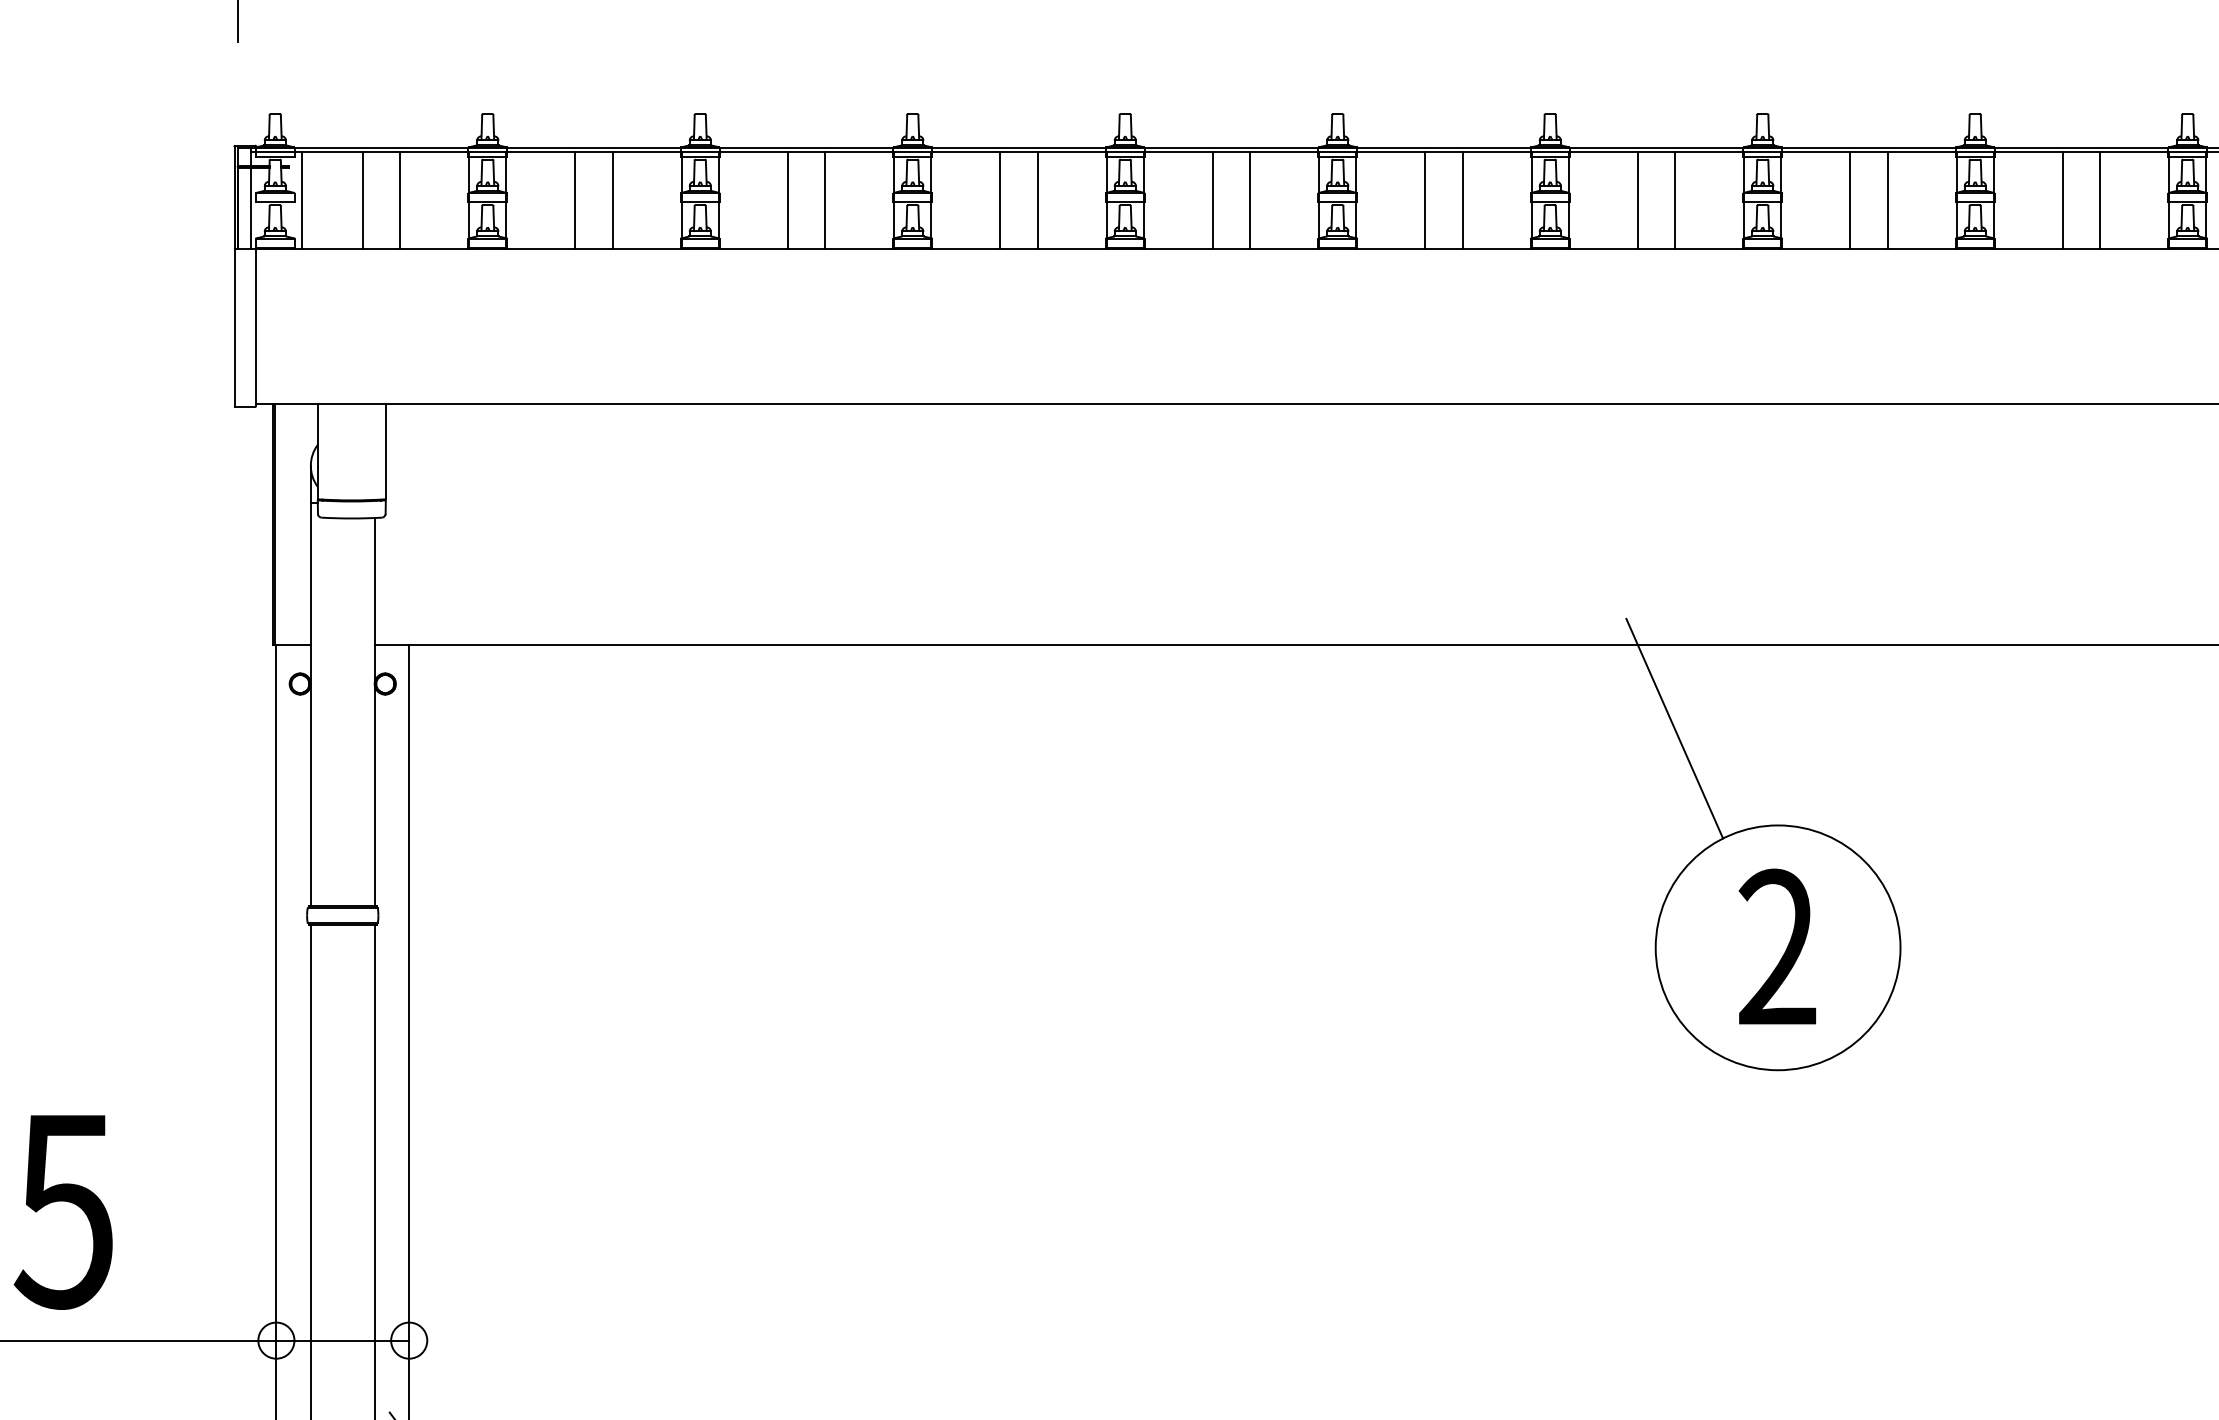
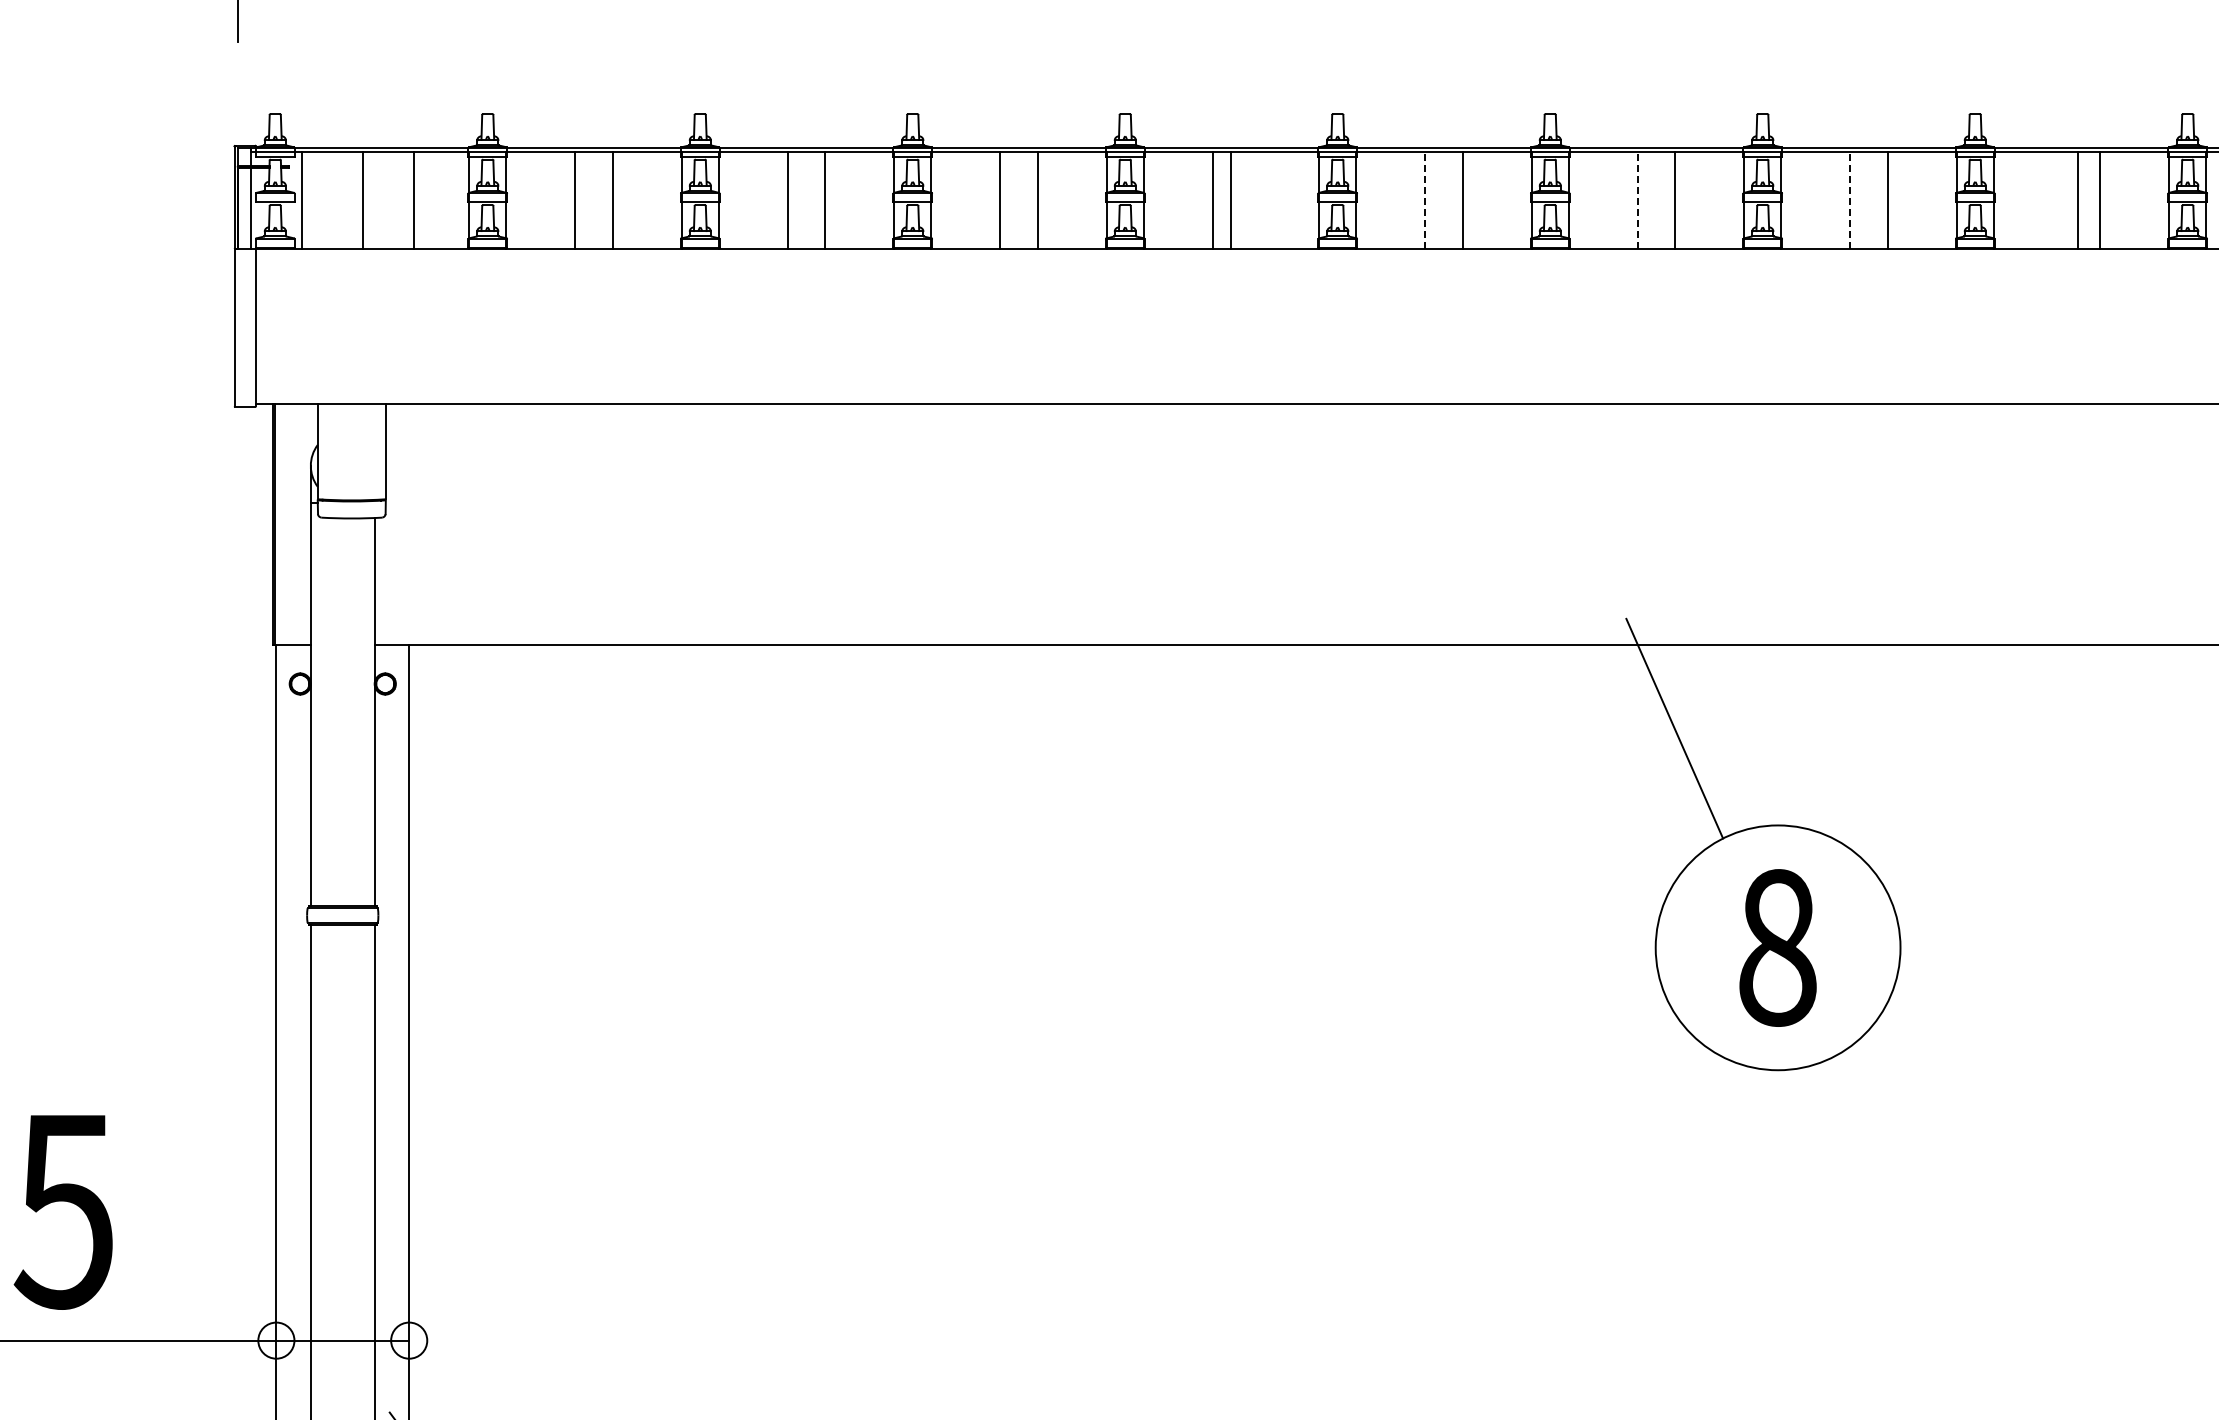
line at (400, 200) position: (400, 200) -> (414, 200)
line at (1250, 200) position: (1250, 200) -> (1231, 200)
line at (1425, 200): solid -> dashed
line at (1637, 200): solid -> dashed
line at (1850, 200): solid -> dashed
line at (2062, 200) position: (2062, 200) -> (2077, 200)
text at (1777, 947): 2 -> 8
